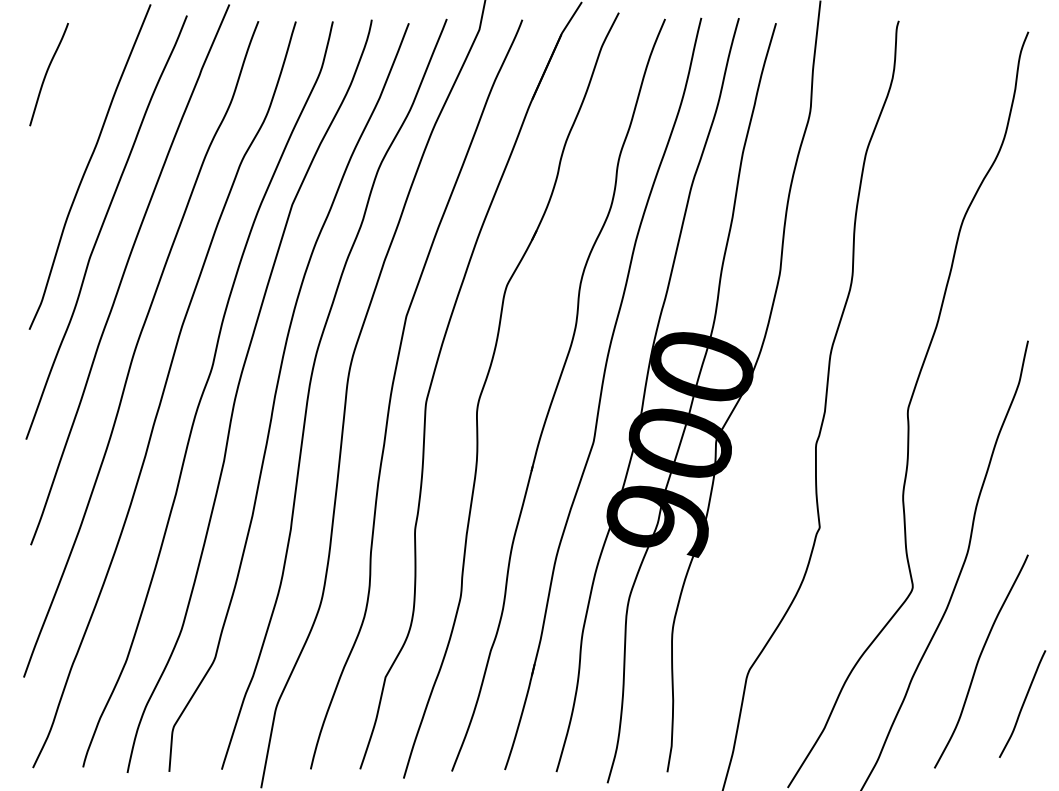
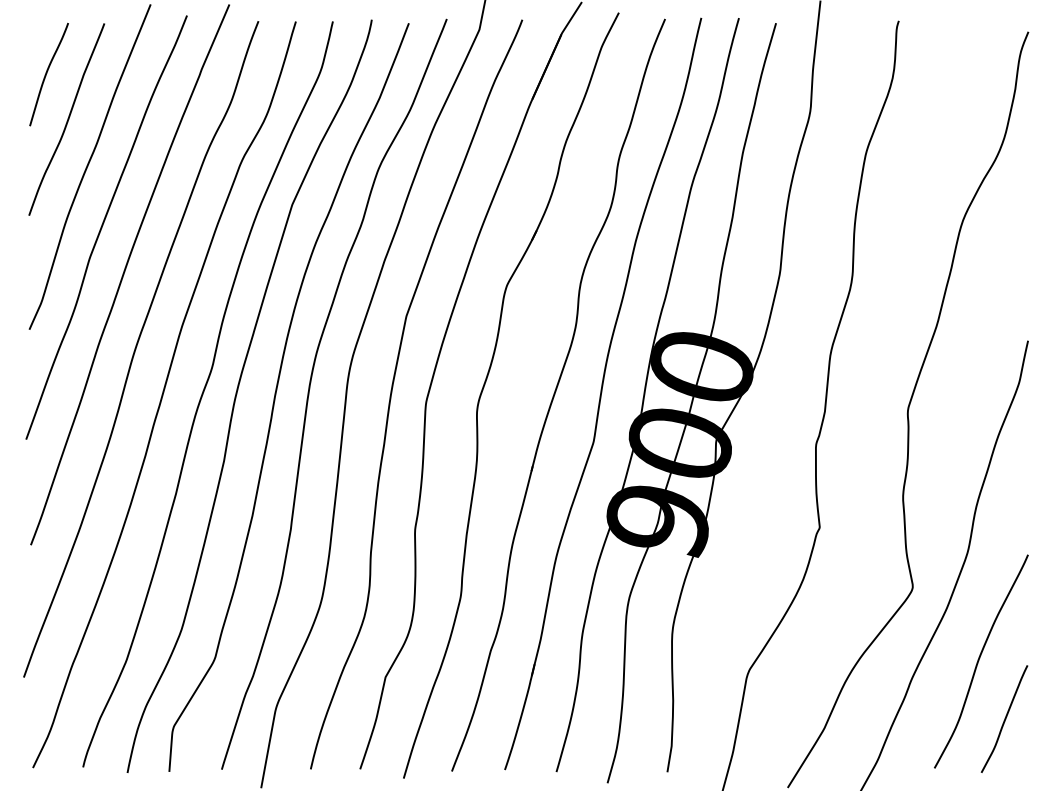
curve at (67, 119): none -> present
curve at (1022, 703) position: (1022, 703) -> (1004, 718)
